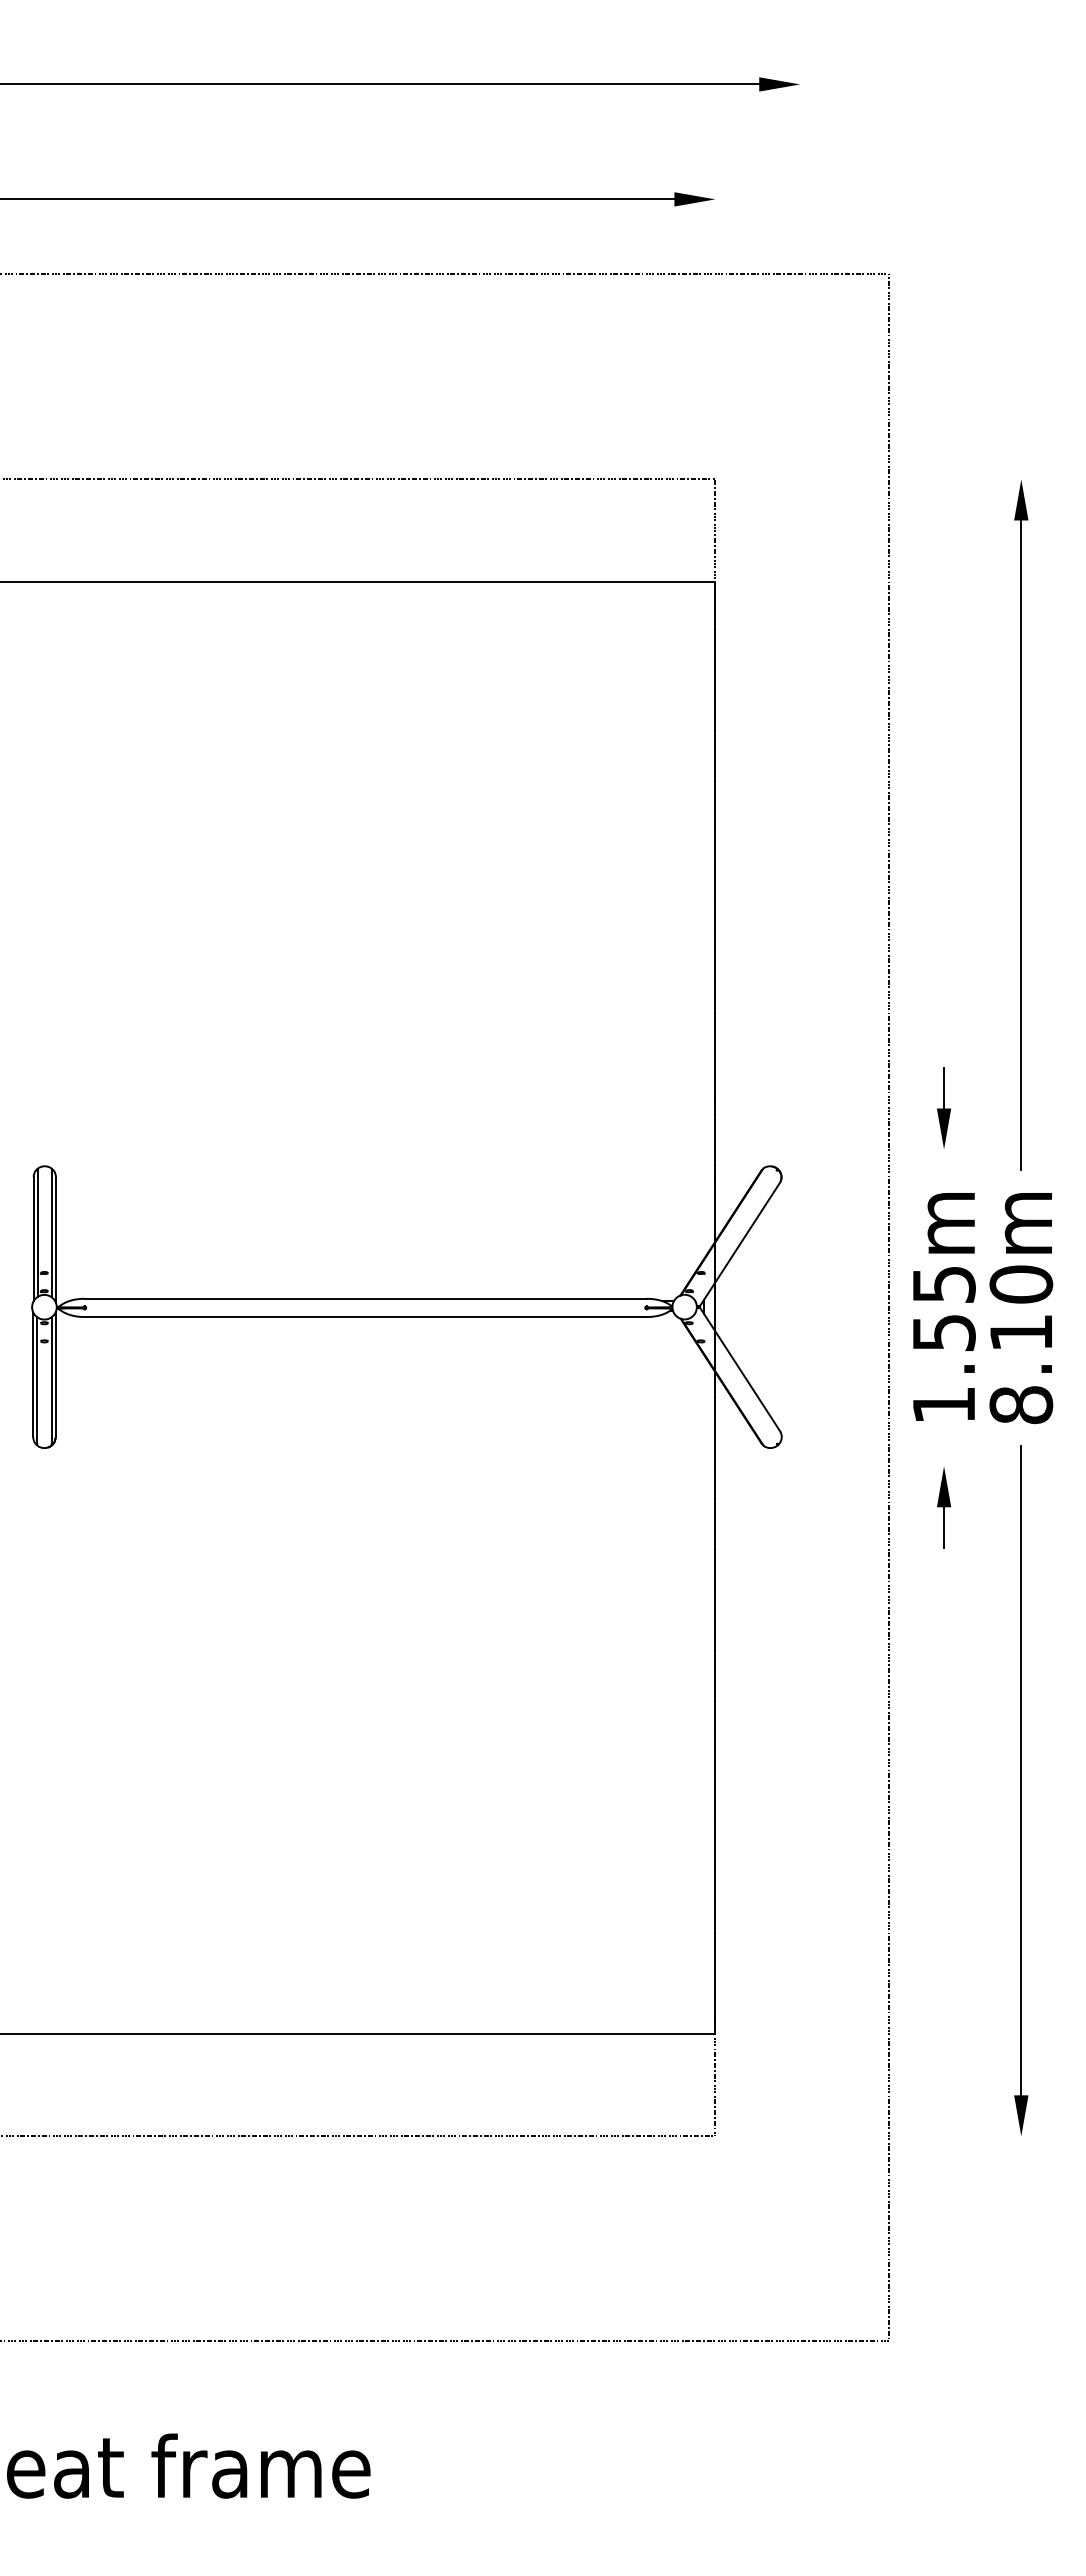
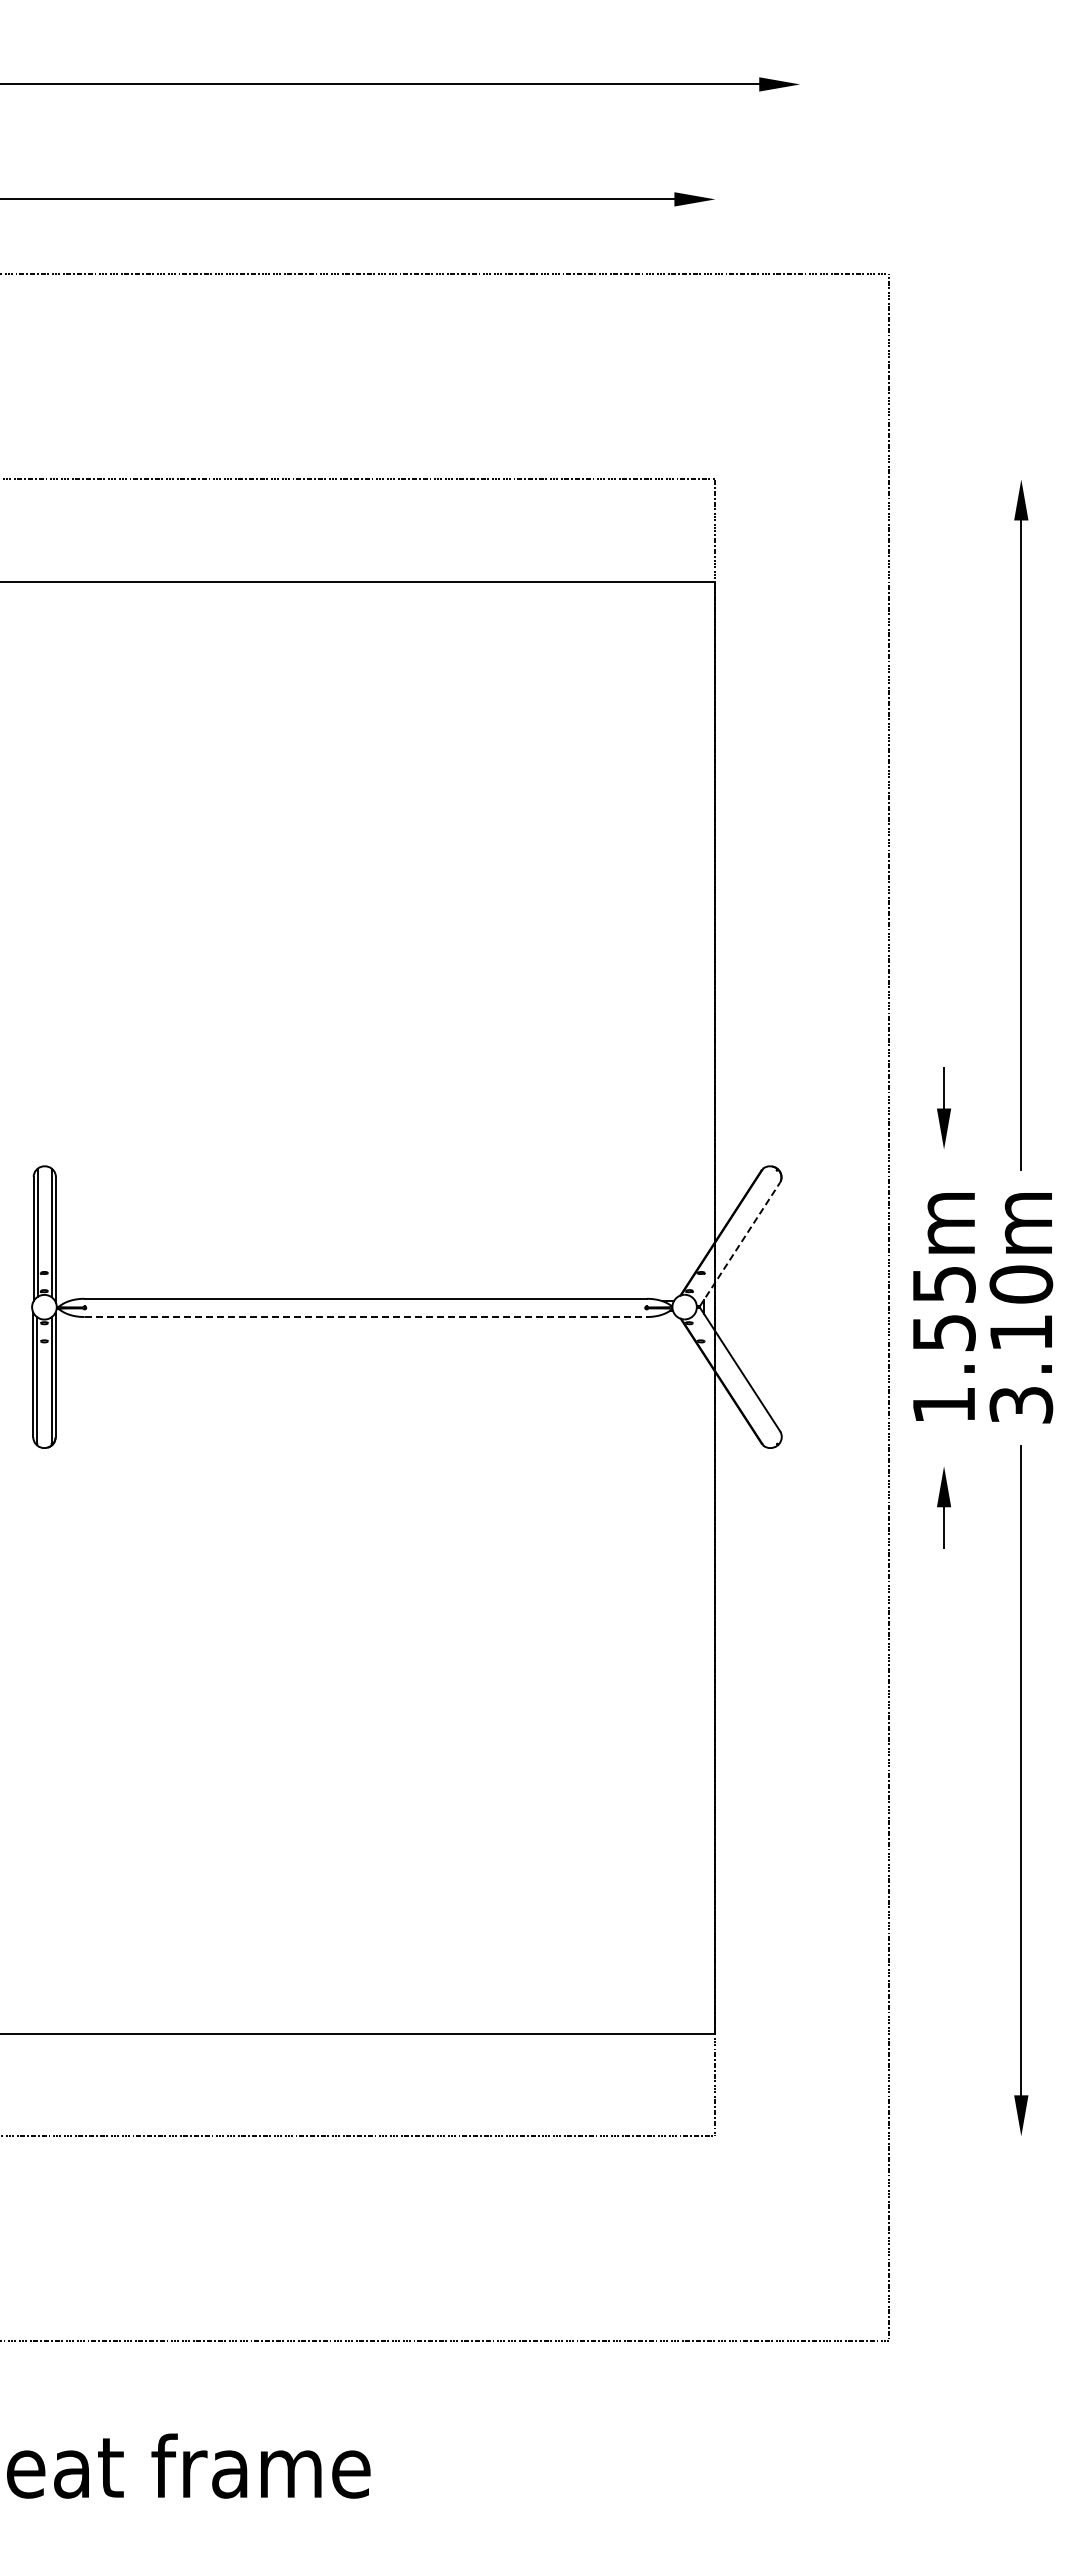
line at (739, 1244): solid -> dashed
line at (366, 1317): solid -> dashed
text at (1021, 1405): 8.10m -> 3.10m
